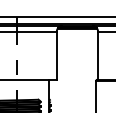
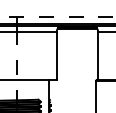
line at (58, 16): solid -> dashed
